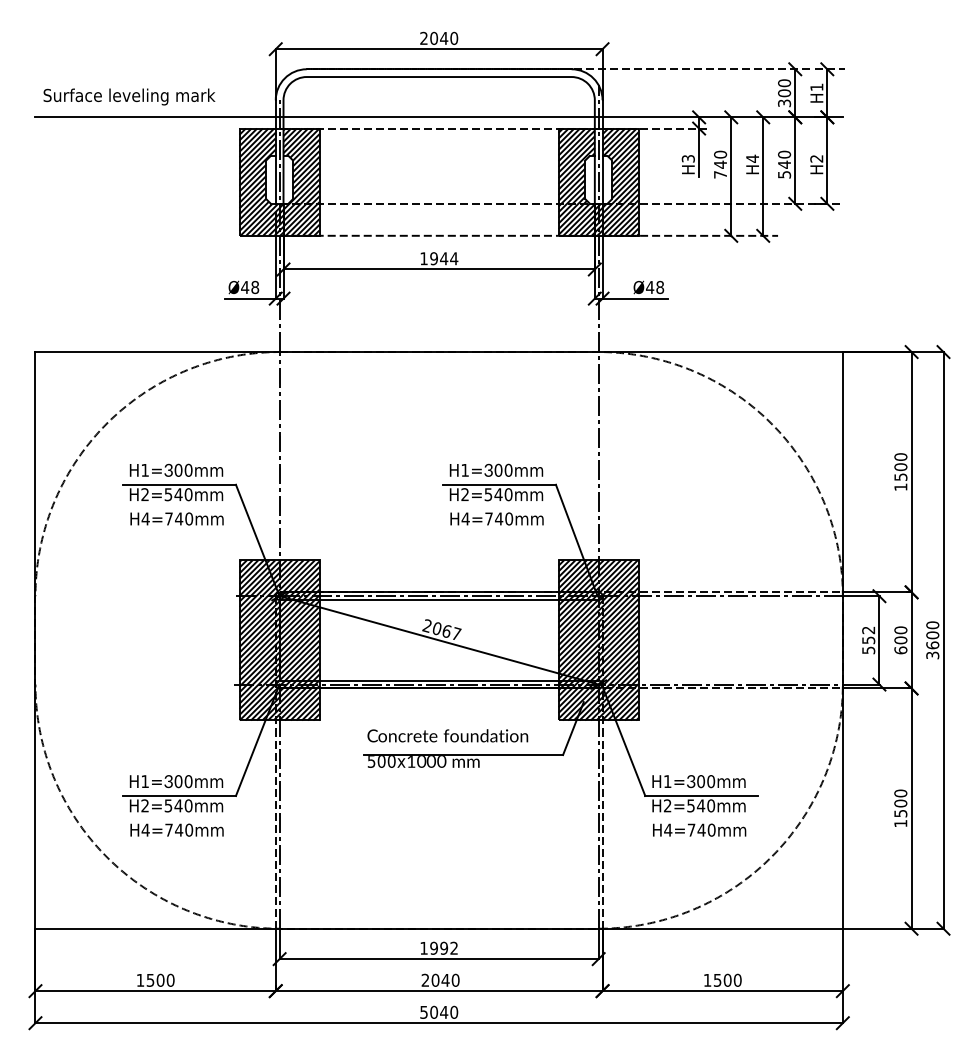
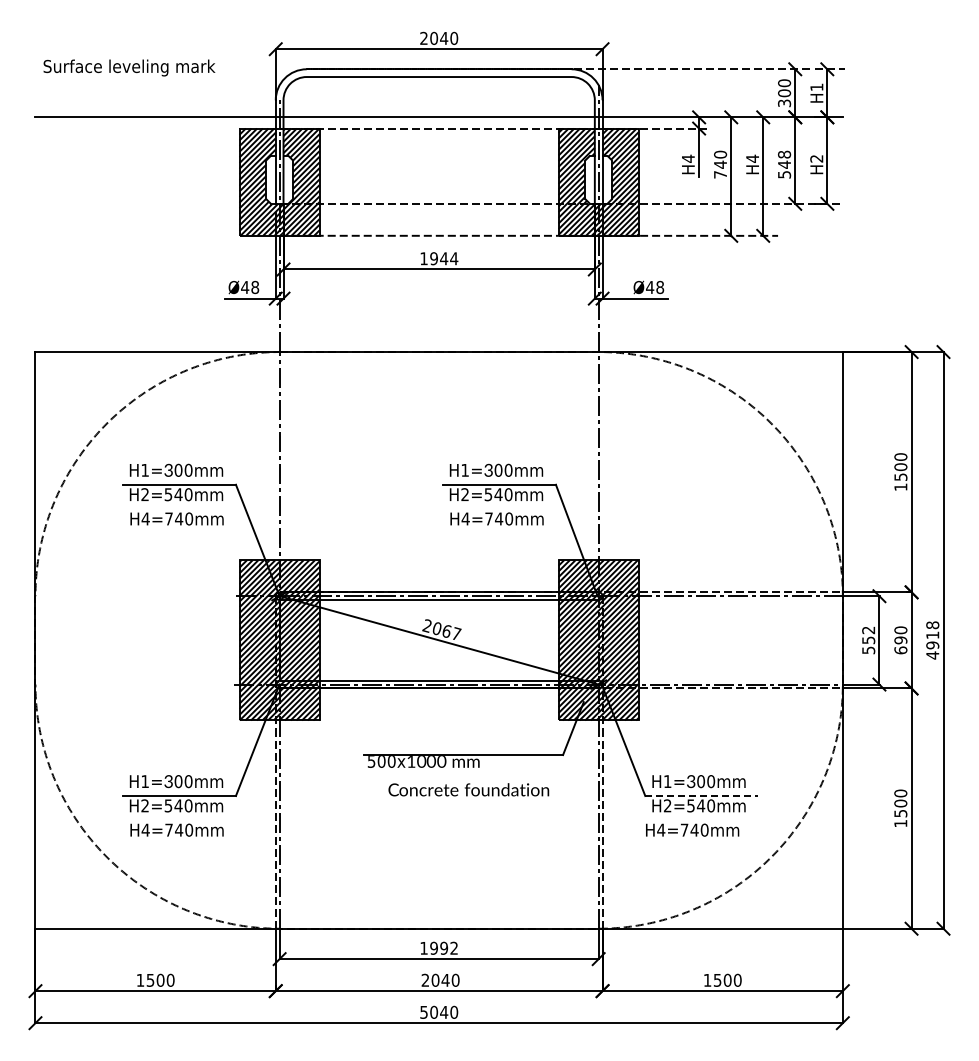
text at (129, 96) position: (129, 96) -> (129, 67)
text at (784, 154): 540 -> 548
text at (687, 158): H3 -> H4
text at (900, 640): 600 -> 690
text at (932, 640): 3600 -> 4918
text at (447, 735) position: (447, 735) -> (468, 789)
line at (701, 795): solid -> dashed
text at (699, 829) position: (699, 829) -> (692, 829)
